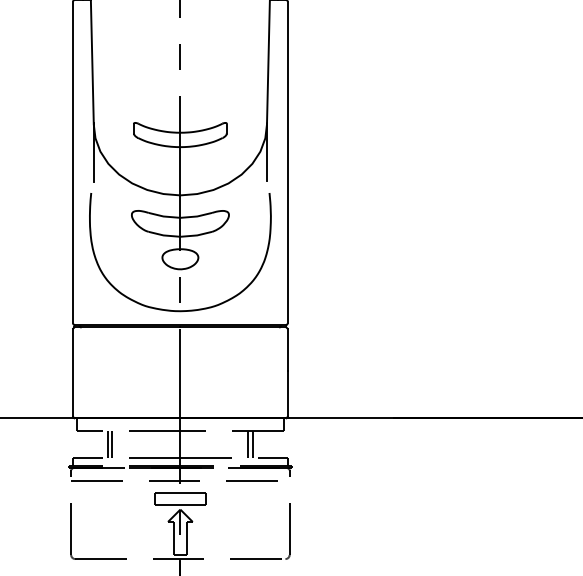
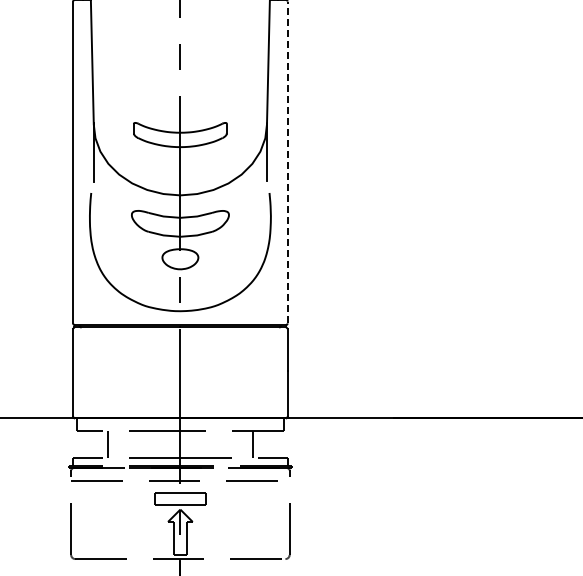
line at (287, 162): solid -> dashed
line at (112, 444): present -> none
line at (248, 444): present -> none
